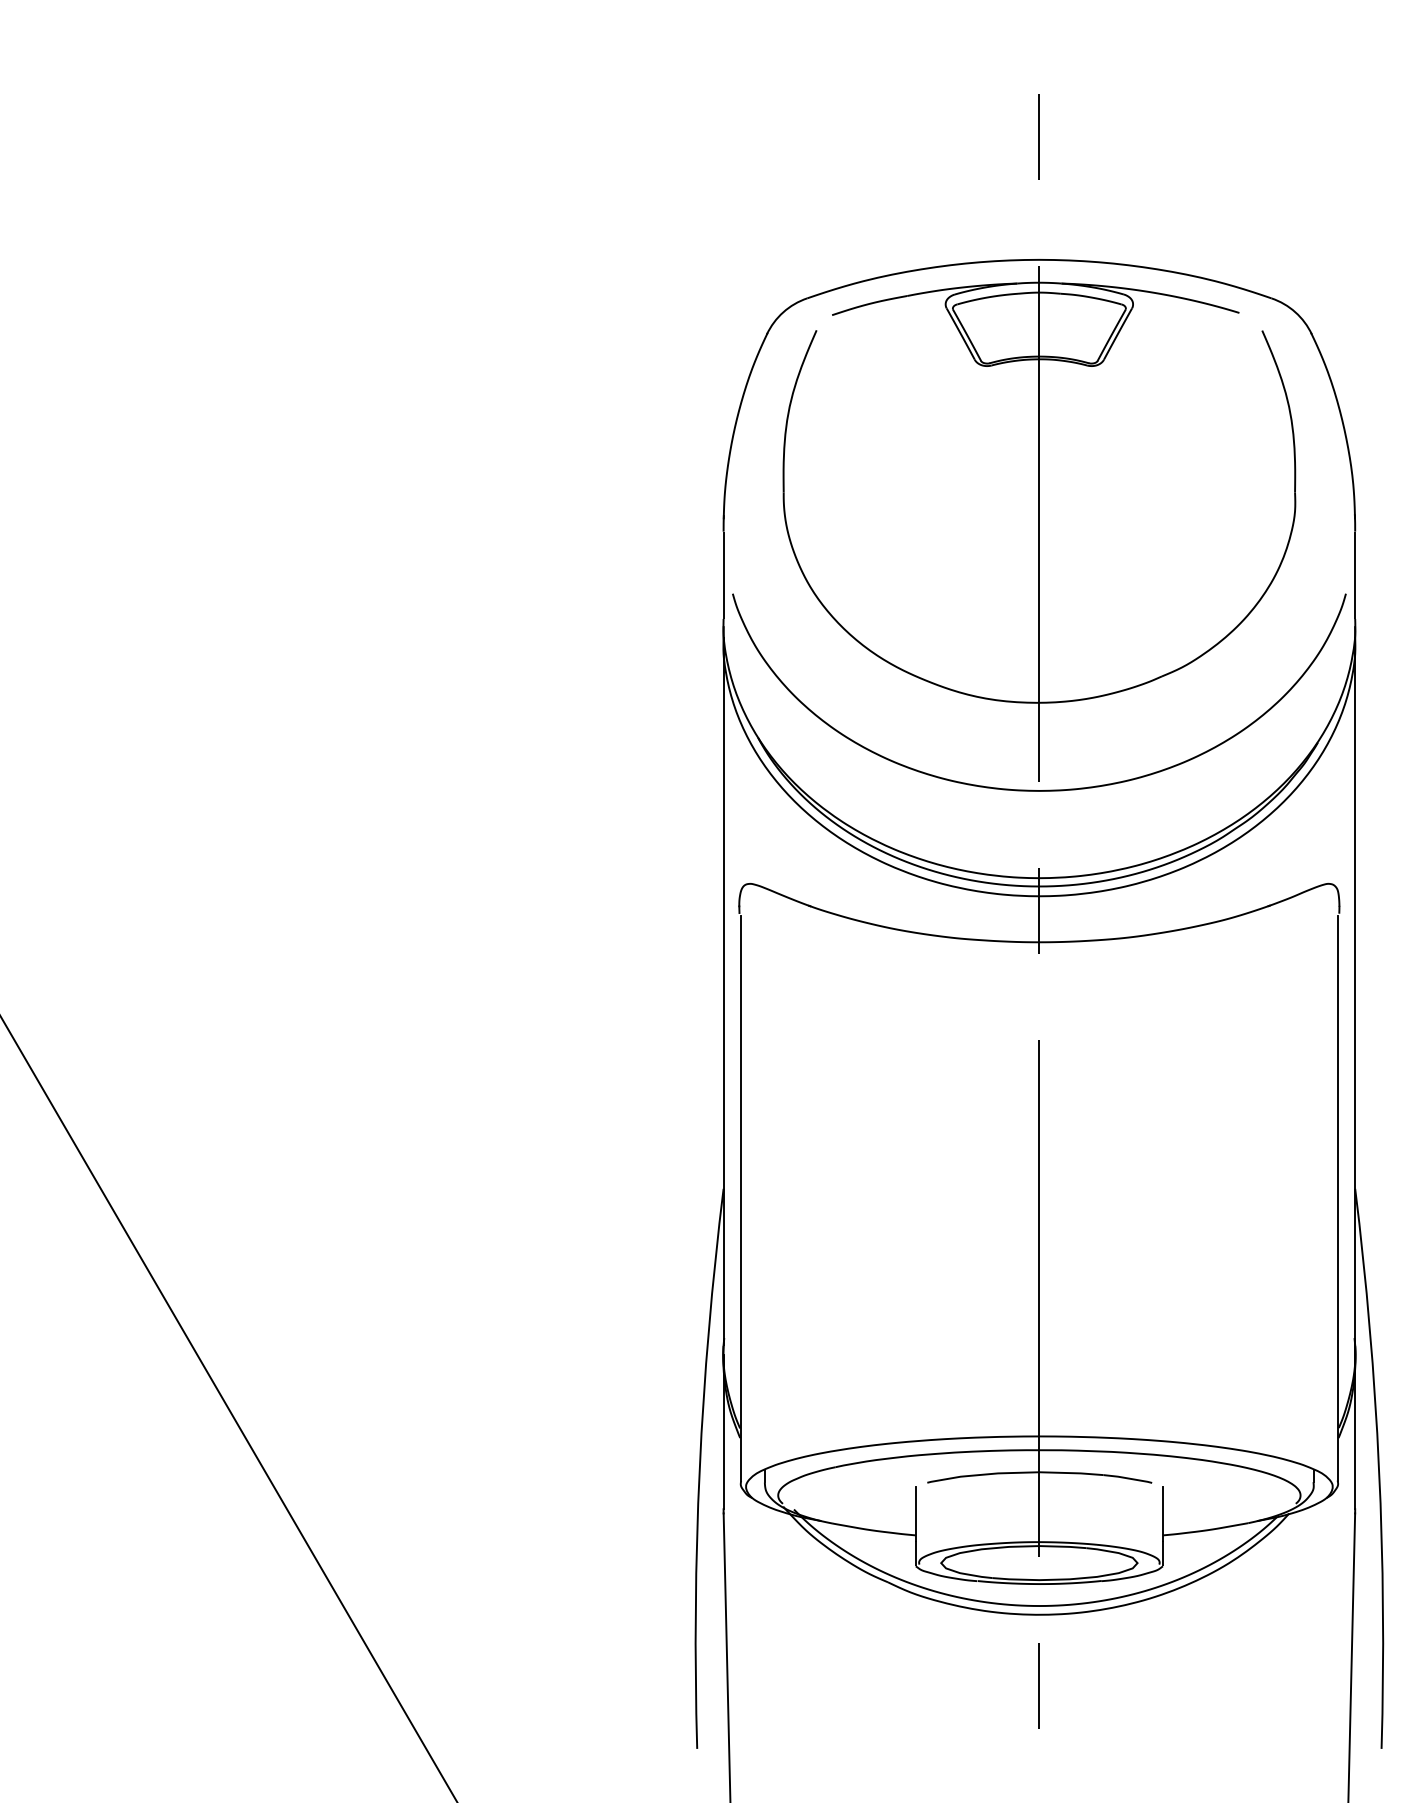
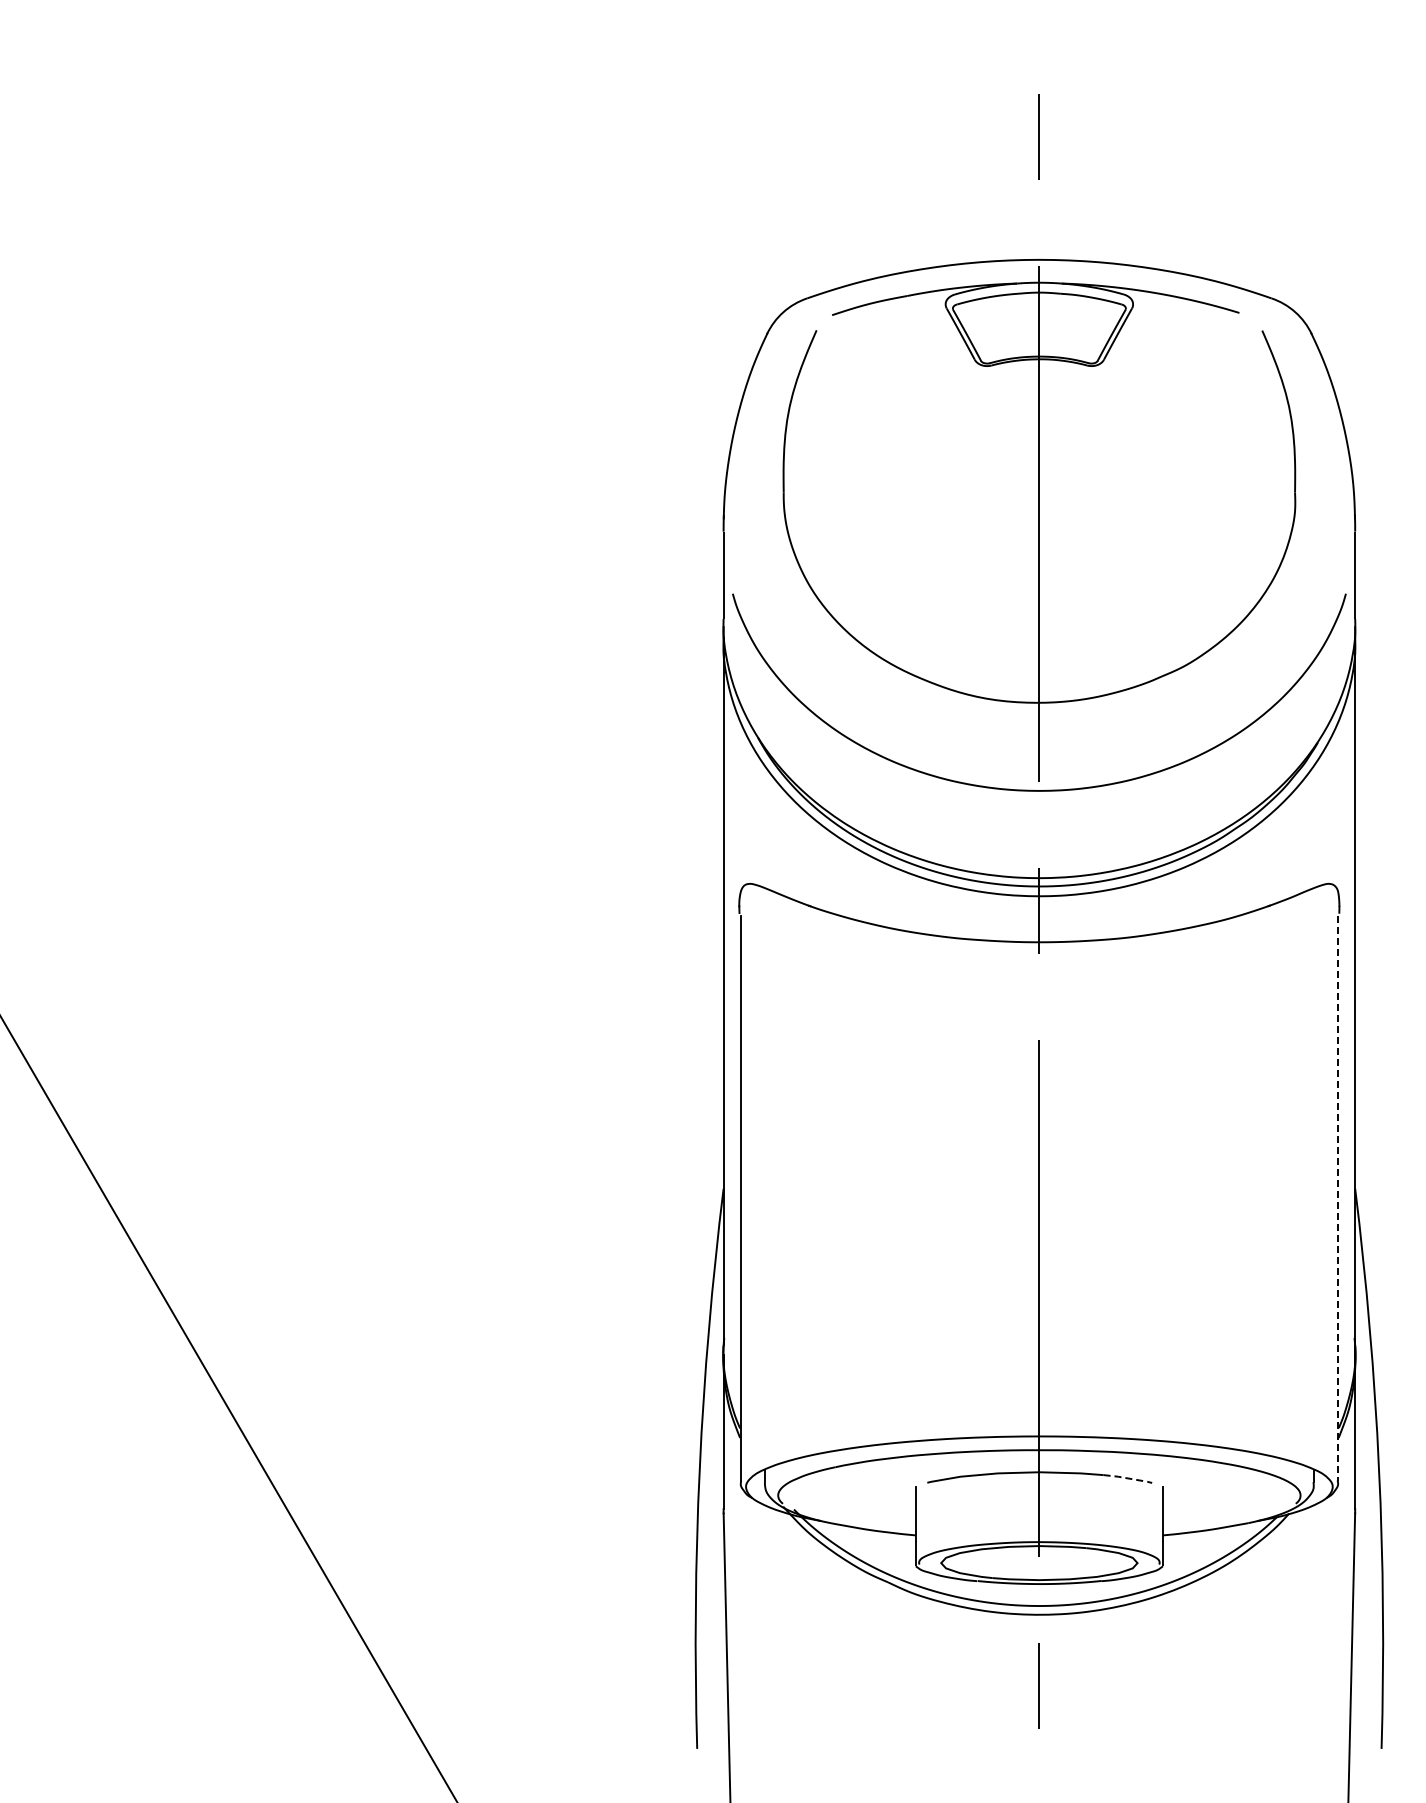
line at (1338, 1198): solid -> dashed
line at (1128, 1478): solid -> dashed
